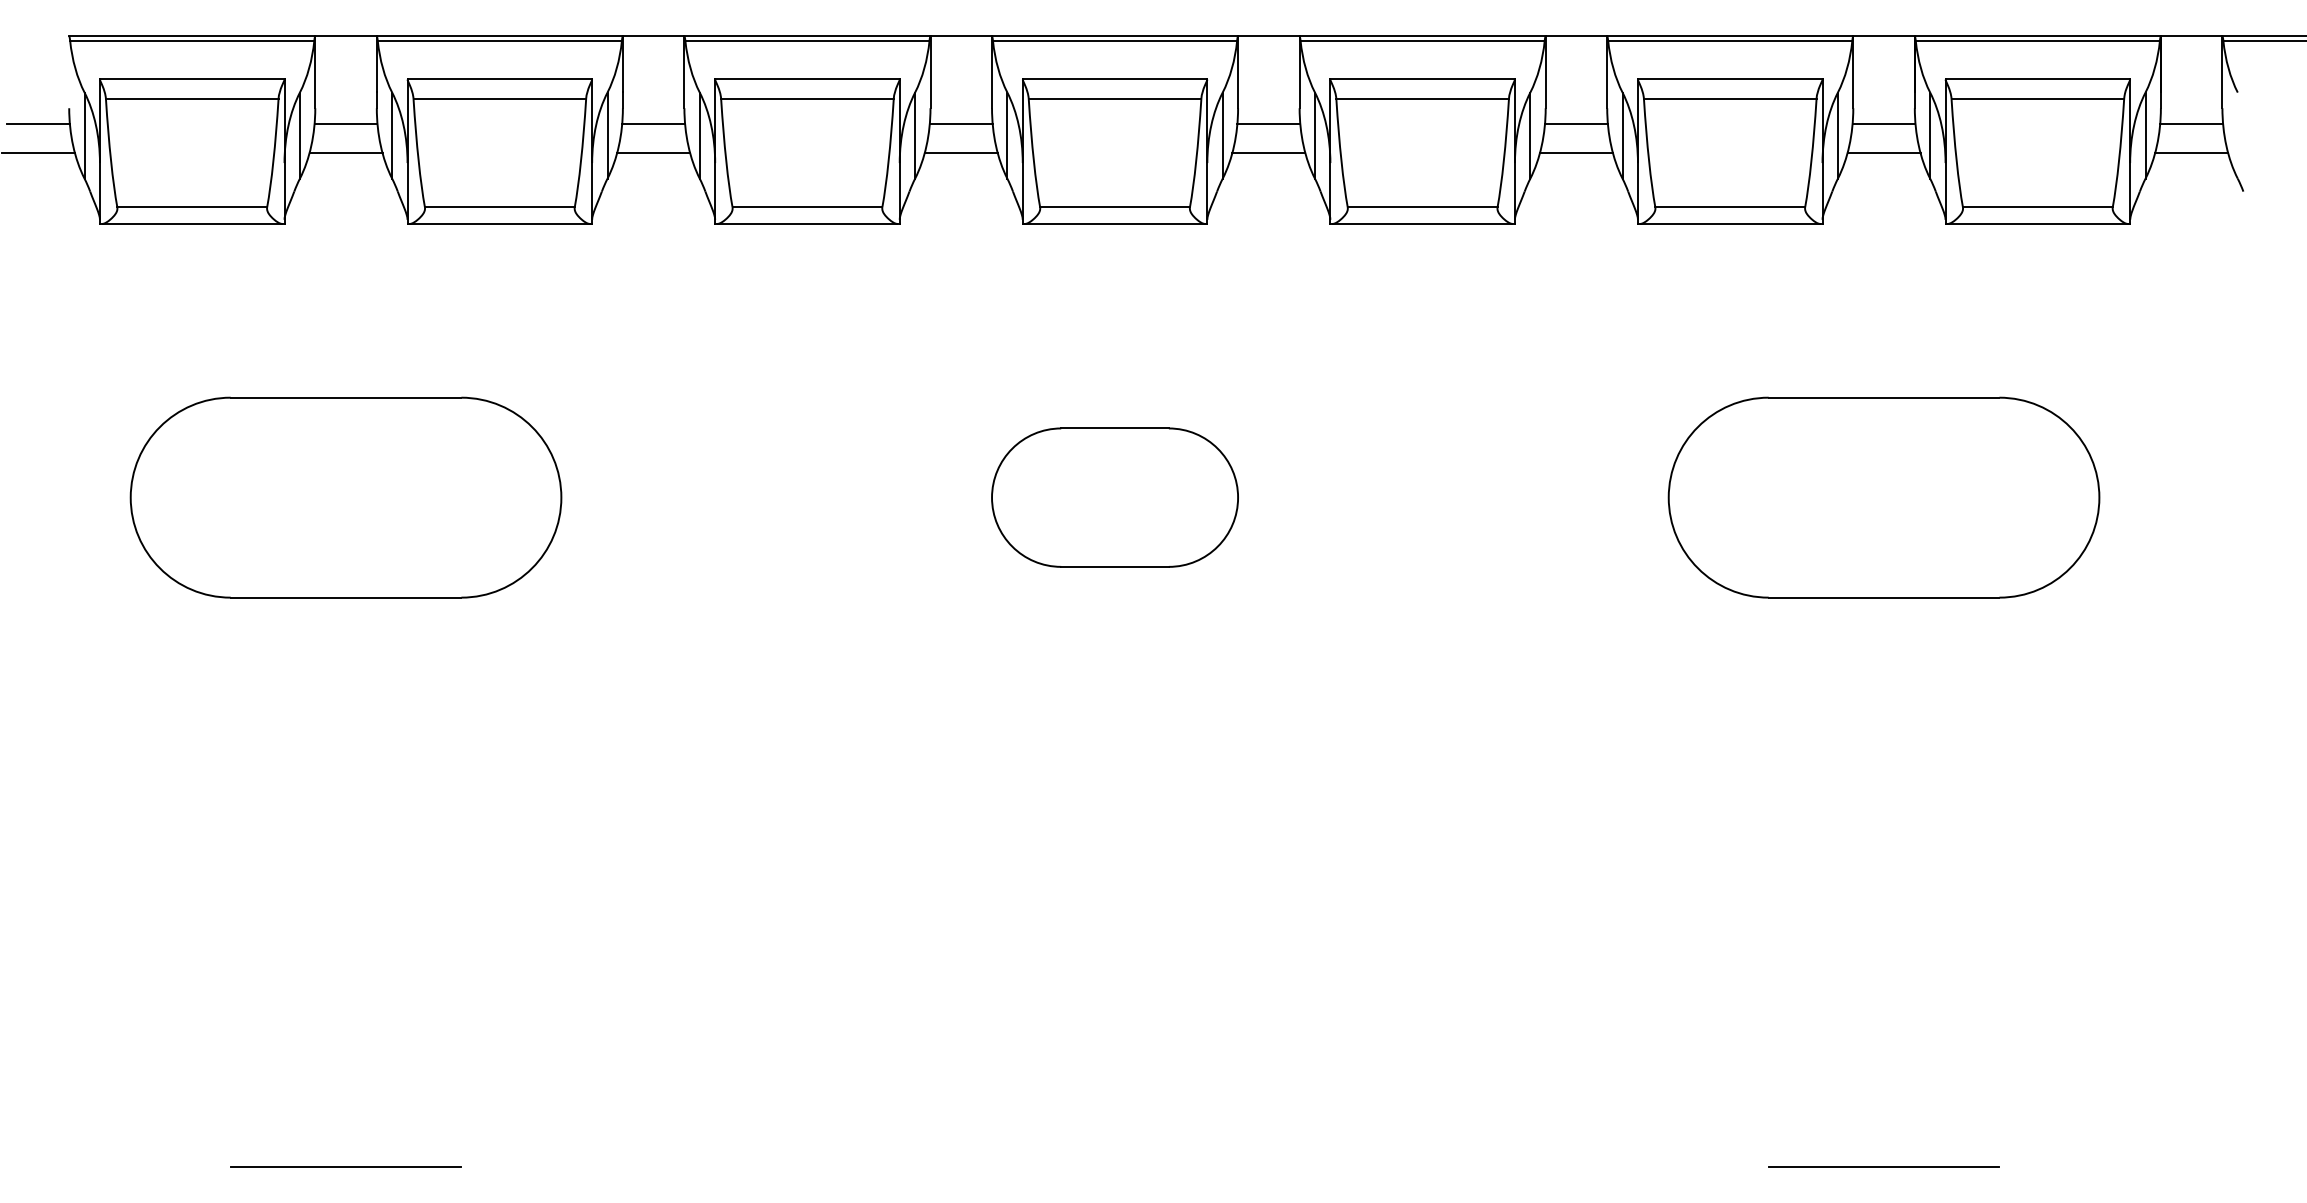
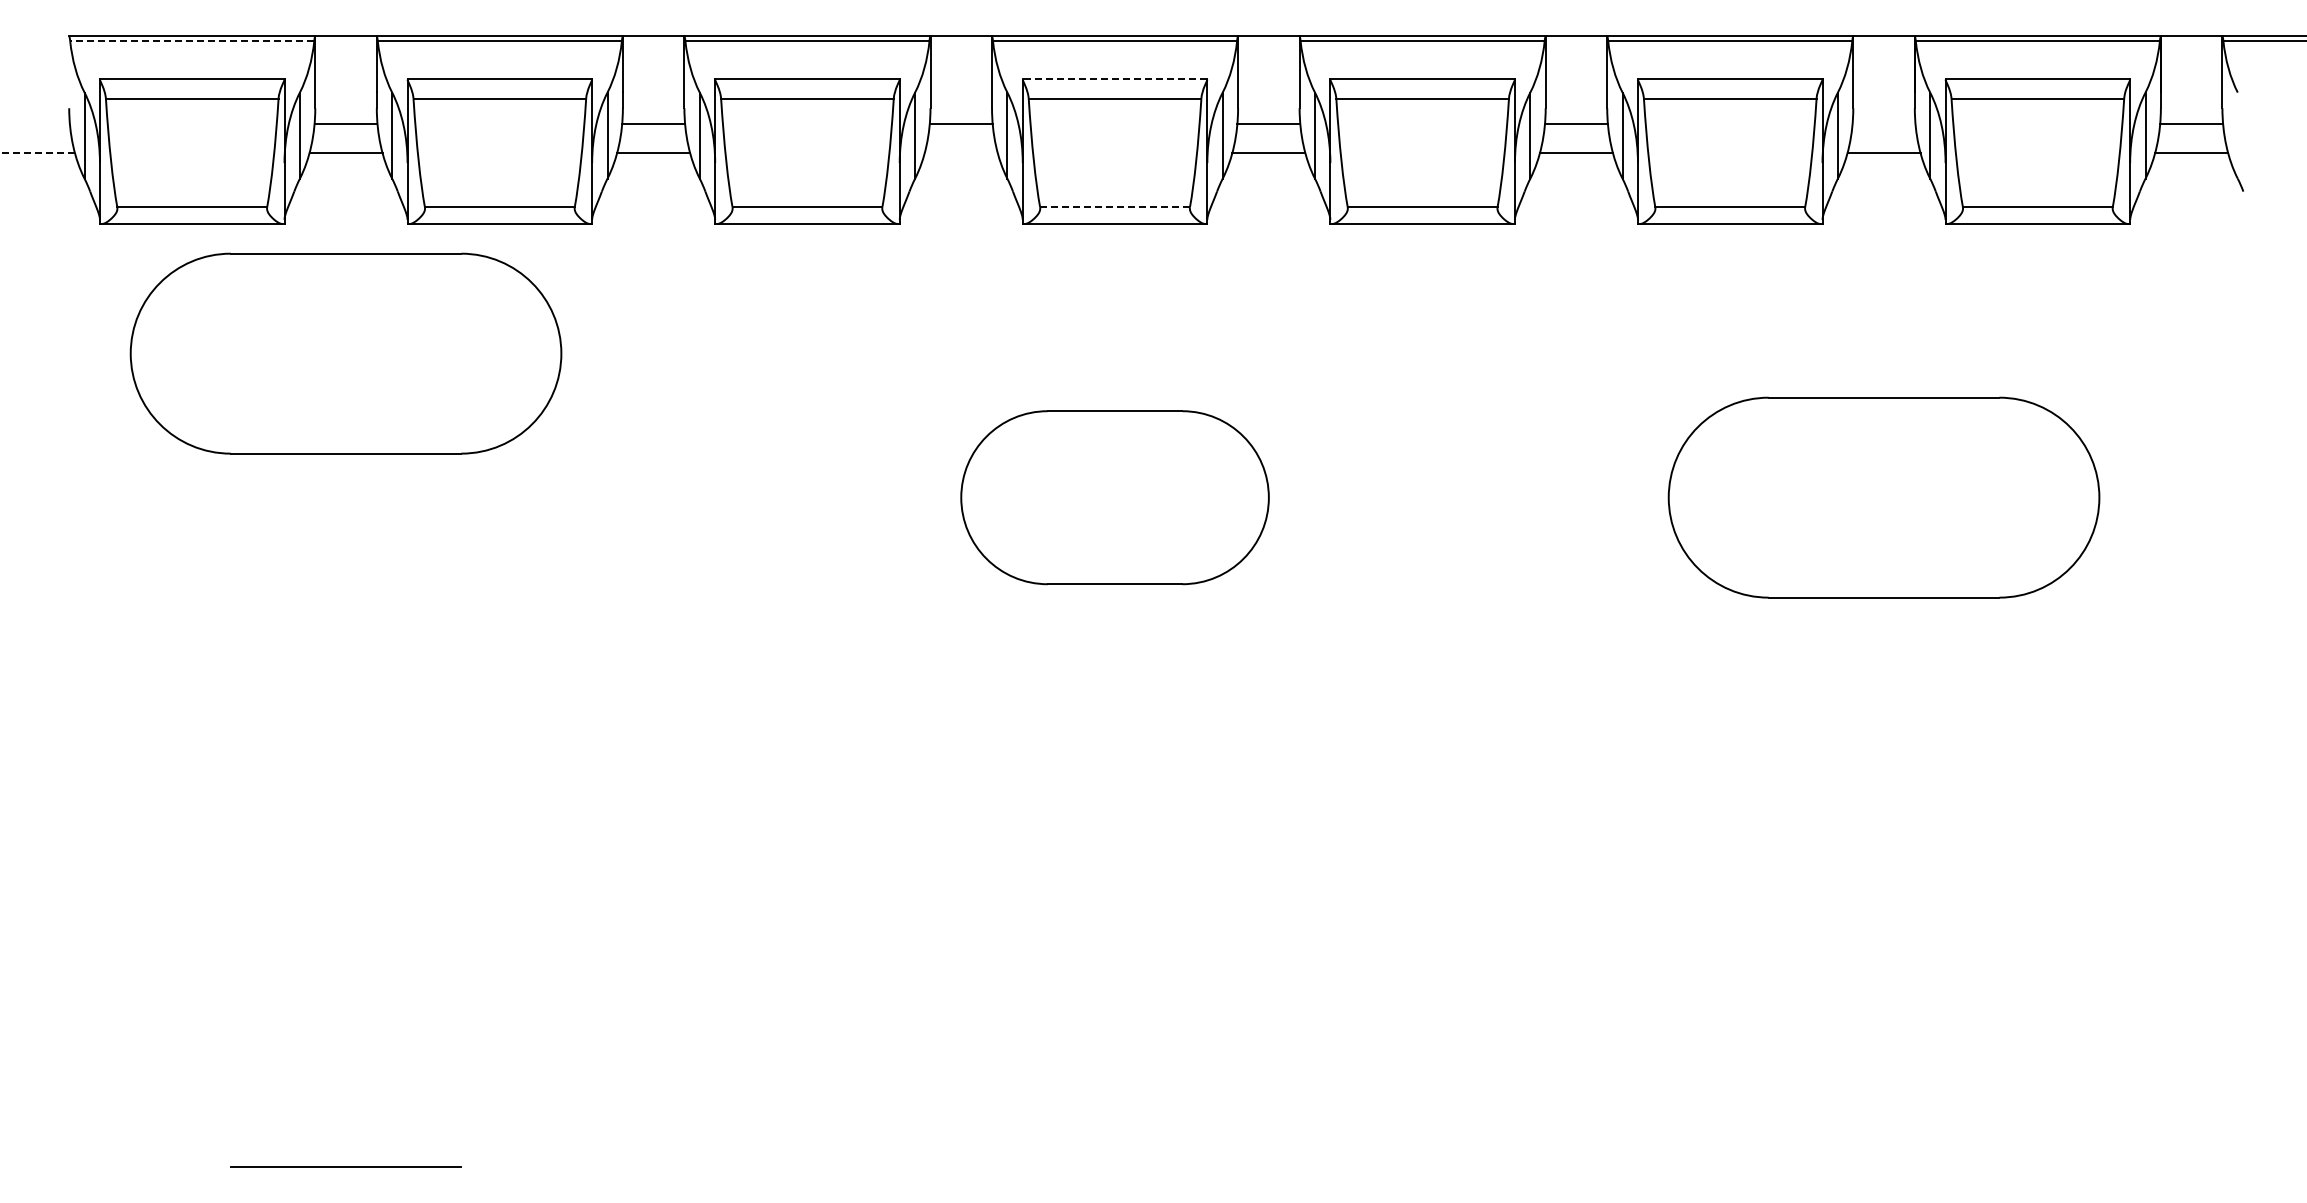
line at (191, 40): solid -> dashed
line at (1114, 79): solid -> dashed
line at (38, 123): present -> none
line at (1883, 123): present -> none
line at (38, 153): solid -> dashed
line at (960, 153): present -> none
line at (1115, 207): solid -> dashed
part at (345, 497) position: (345, 497) -> (345, 353)
part at (1114, 497) size: 248x141 px -> 310x176 px
line at (1883, 1166): present -> none
